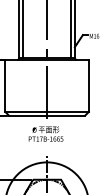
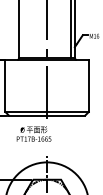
line at (22, 29): present -> none
text at (45, 133) position: (45, 133) -> (33, 133)
